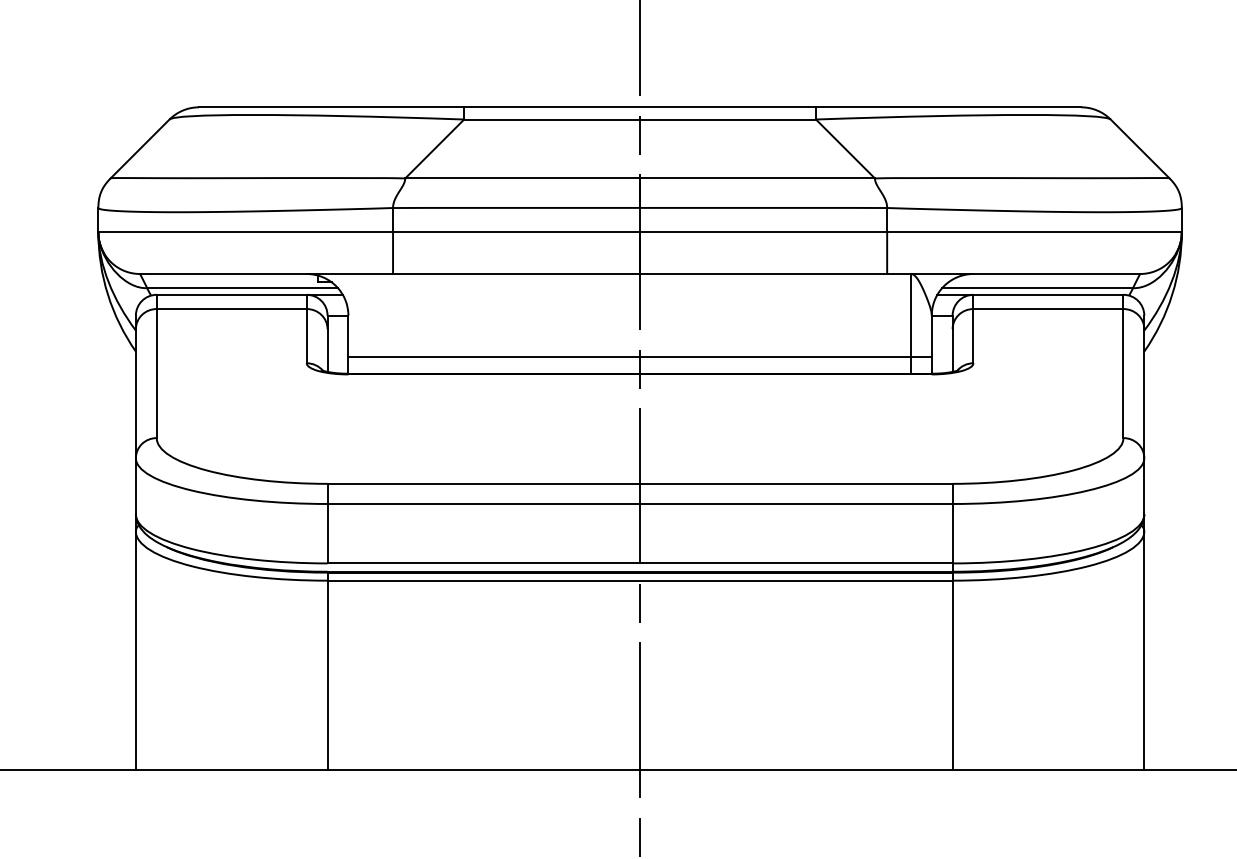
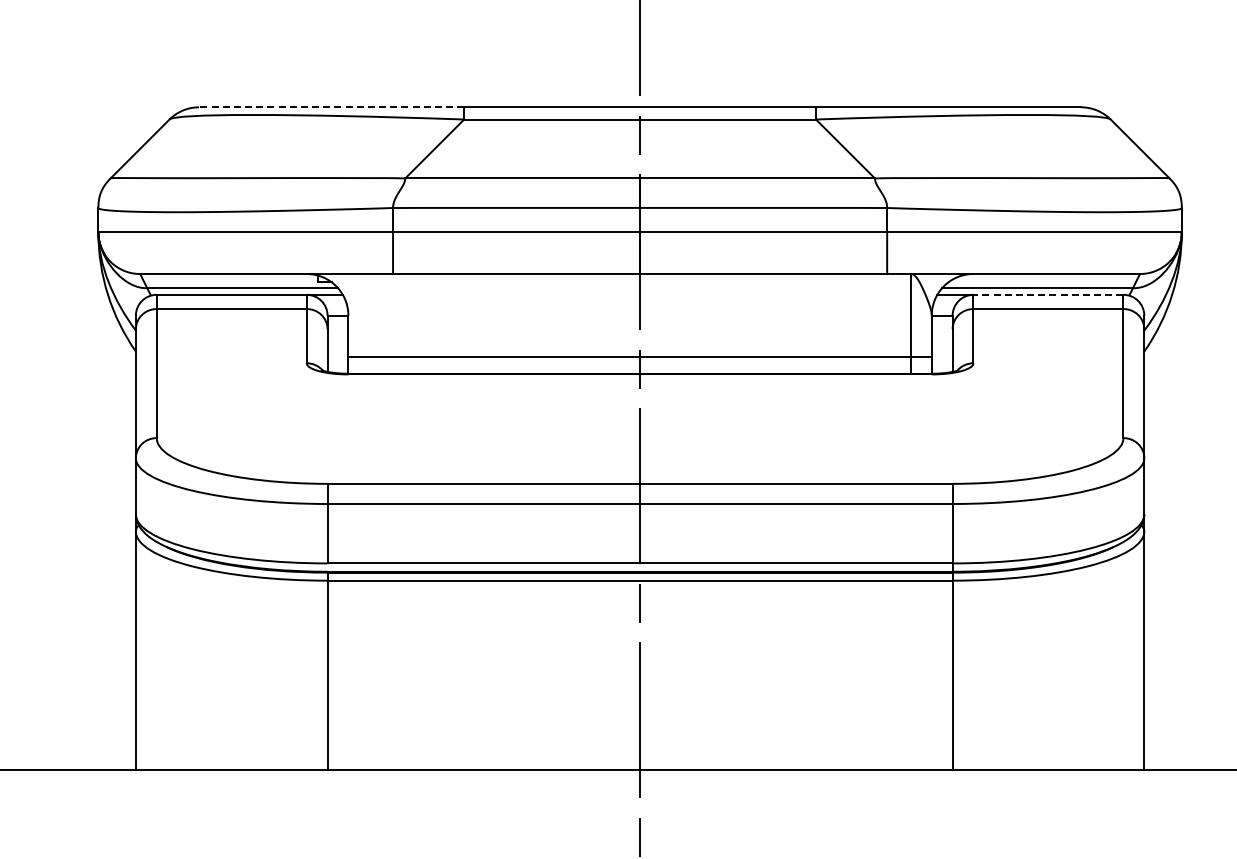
line at (331, 107): solid -> dashed
line at (1047, 294): solid -> dashed
